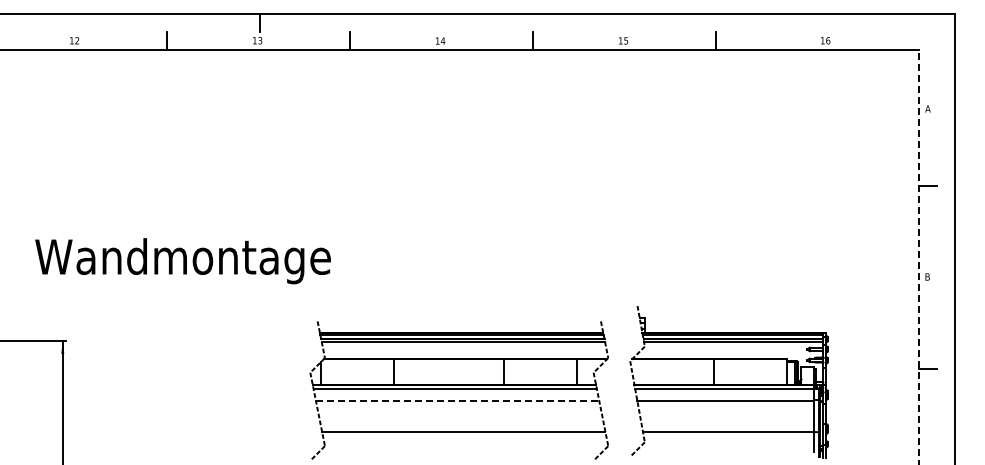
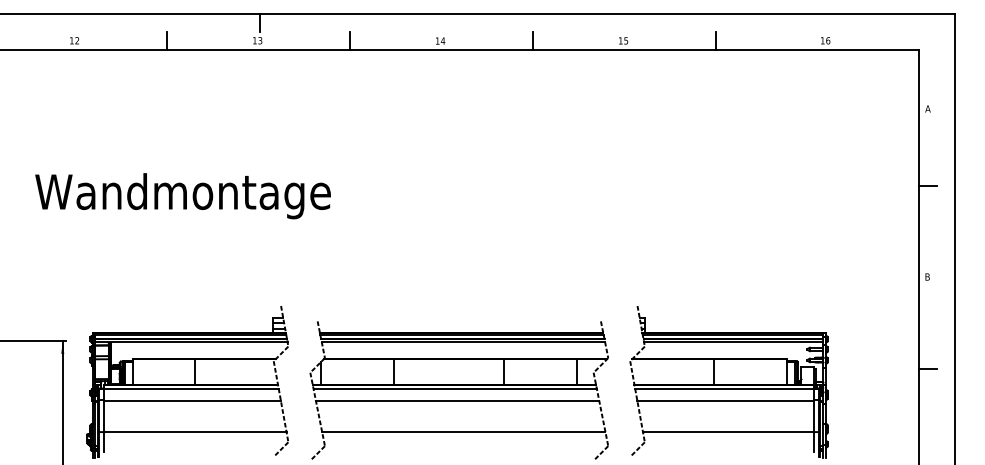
line at (918, 257): dashed -> solid
text at (182, 261) position: (182, 261) -> (182, 196)
part at (187, 382): none -> present
line at (457, 400): dashed -> solid
